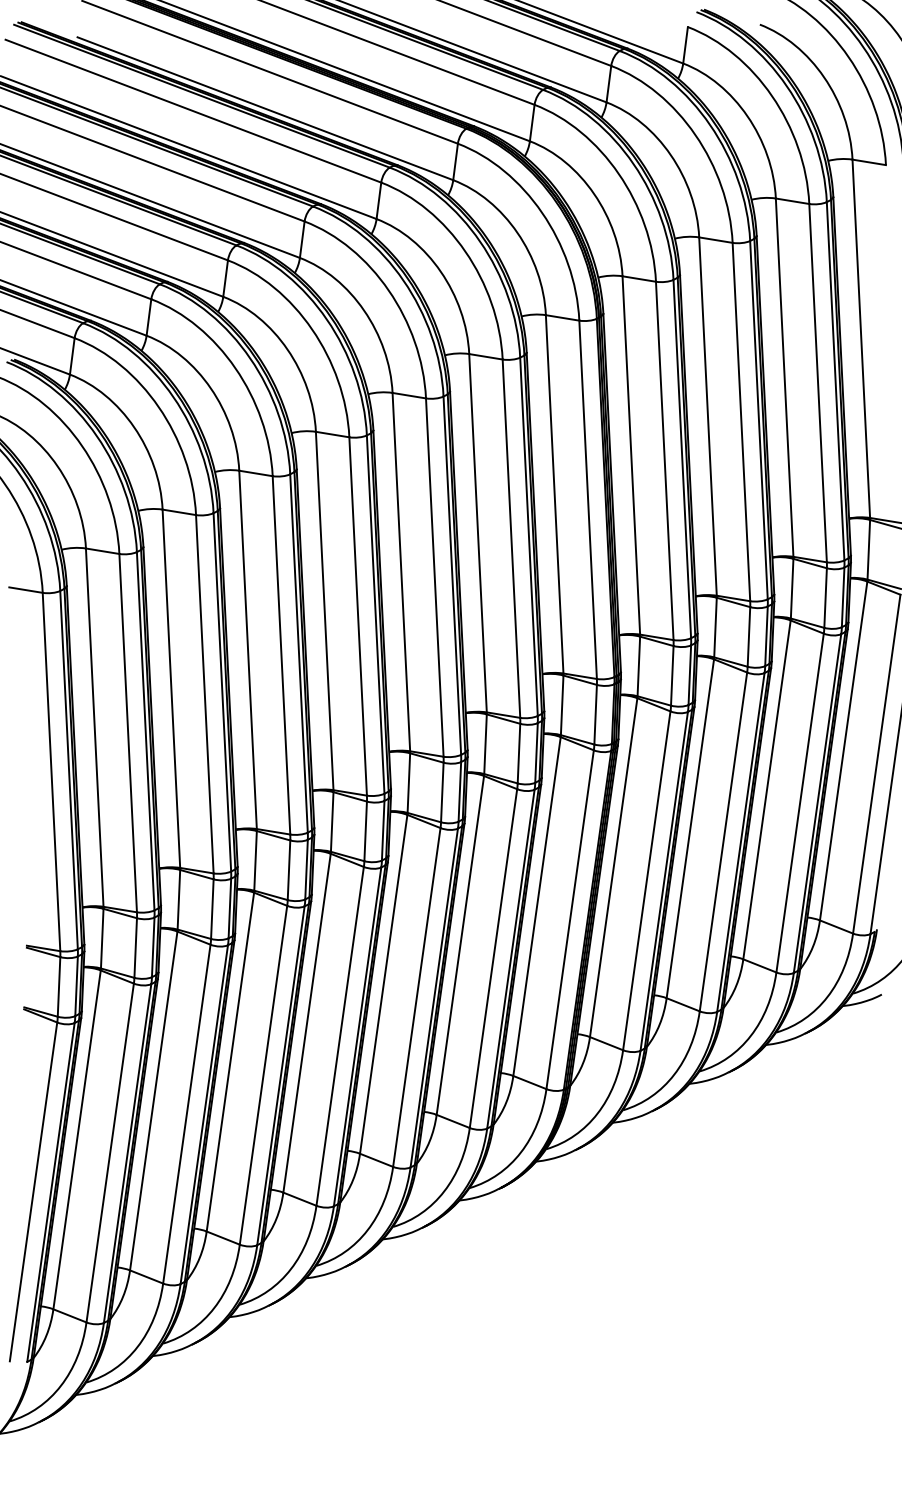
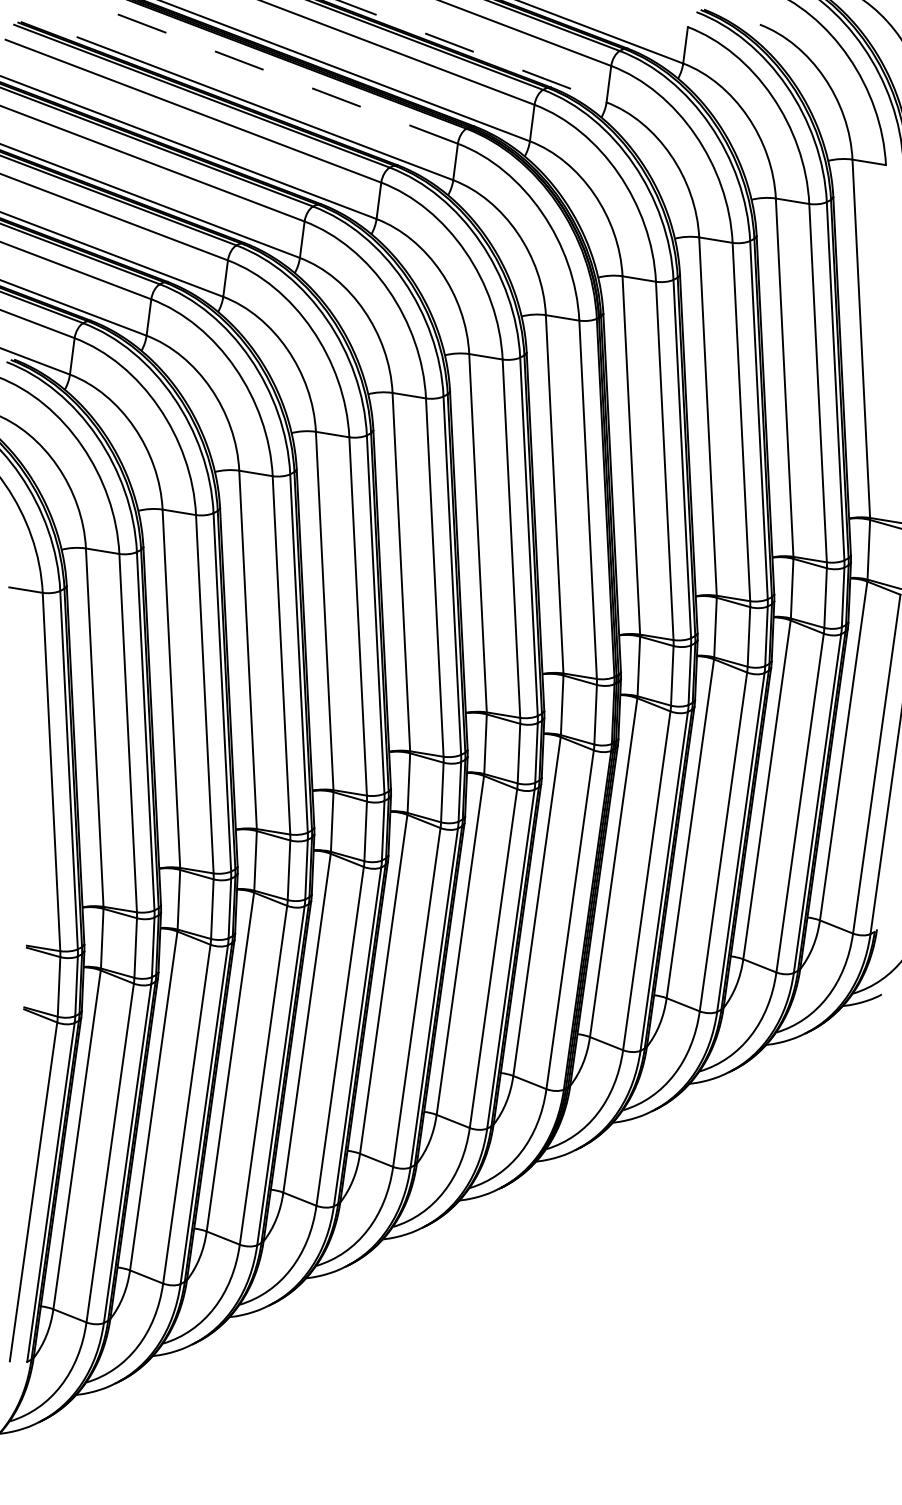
line at (471, 51): solid -> dashed
line at (270, 72): solid -> dashed
